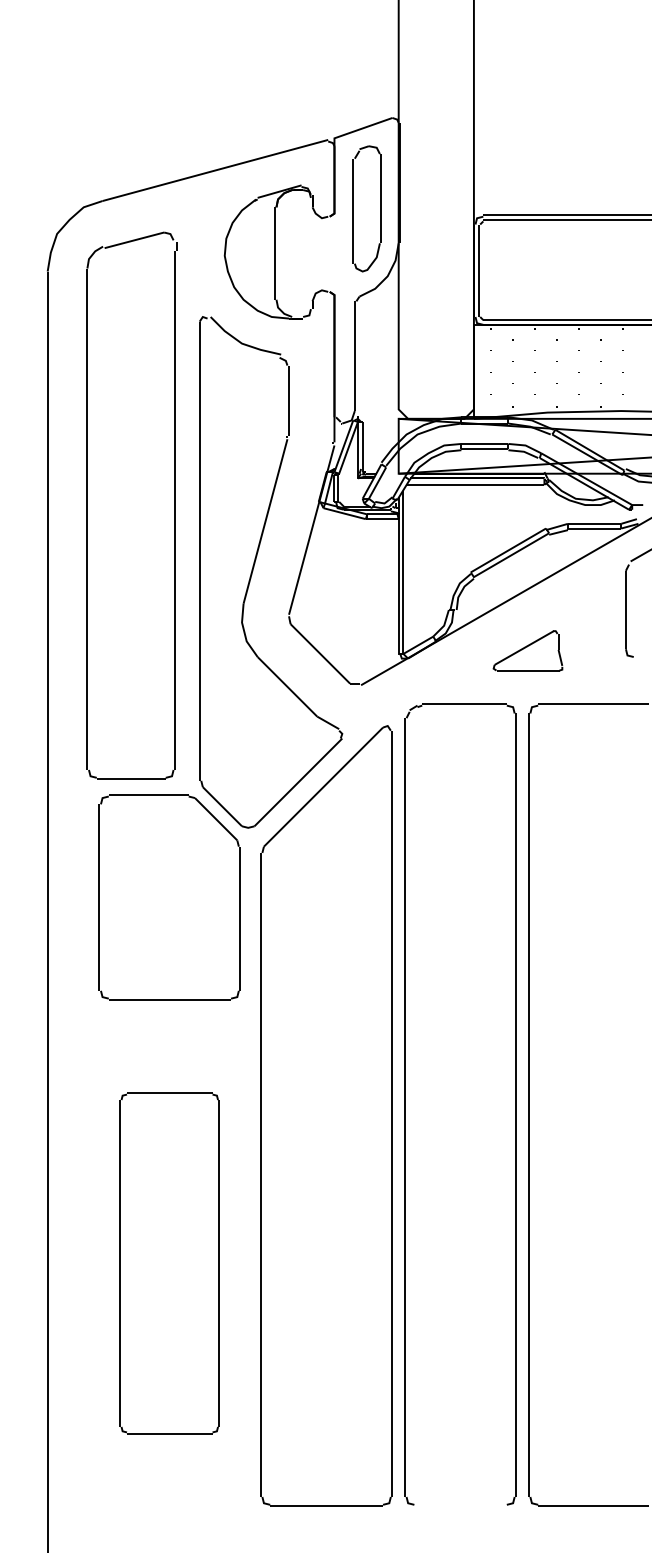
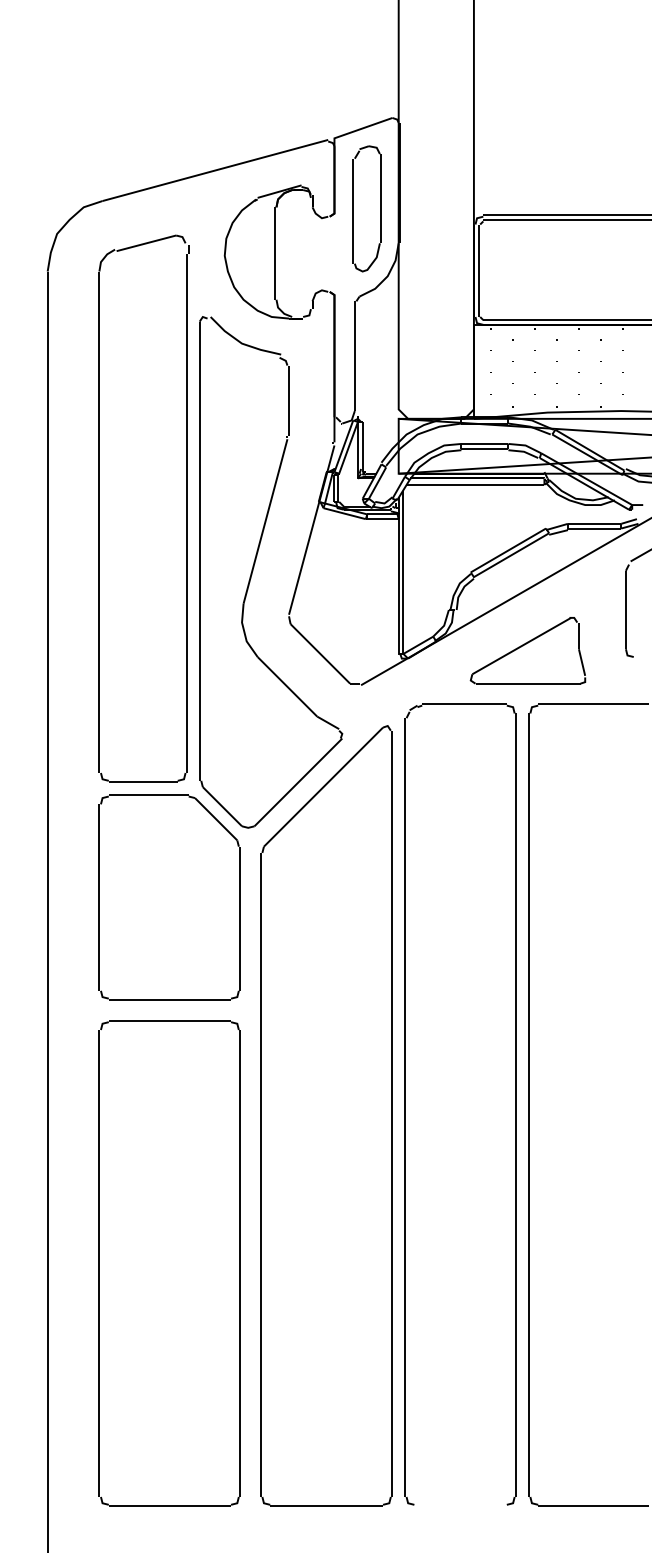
part at (174, 505) position: (174, 505) -> (186, 508)
part at (527, 650) size: 72x42 px -> 118x68 px
part at (169, 1263) size: 101x343 px -> 143x487 px
